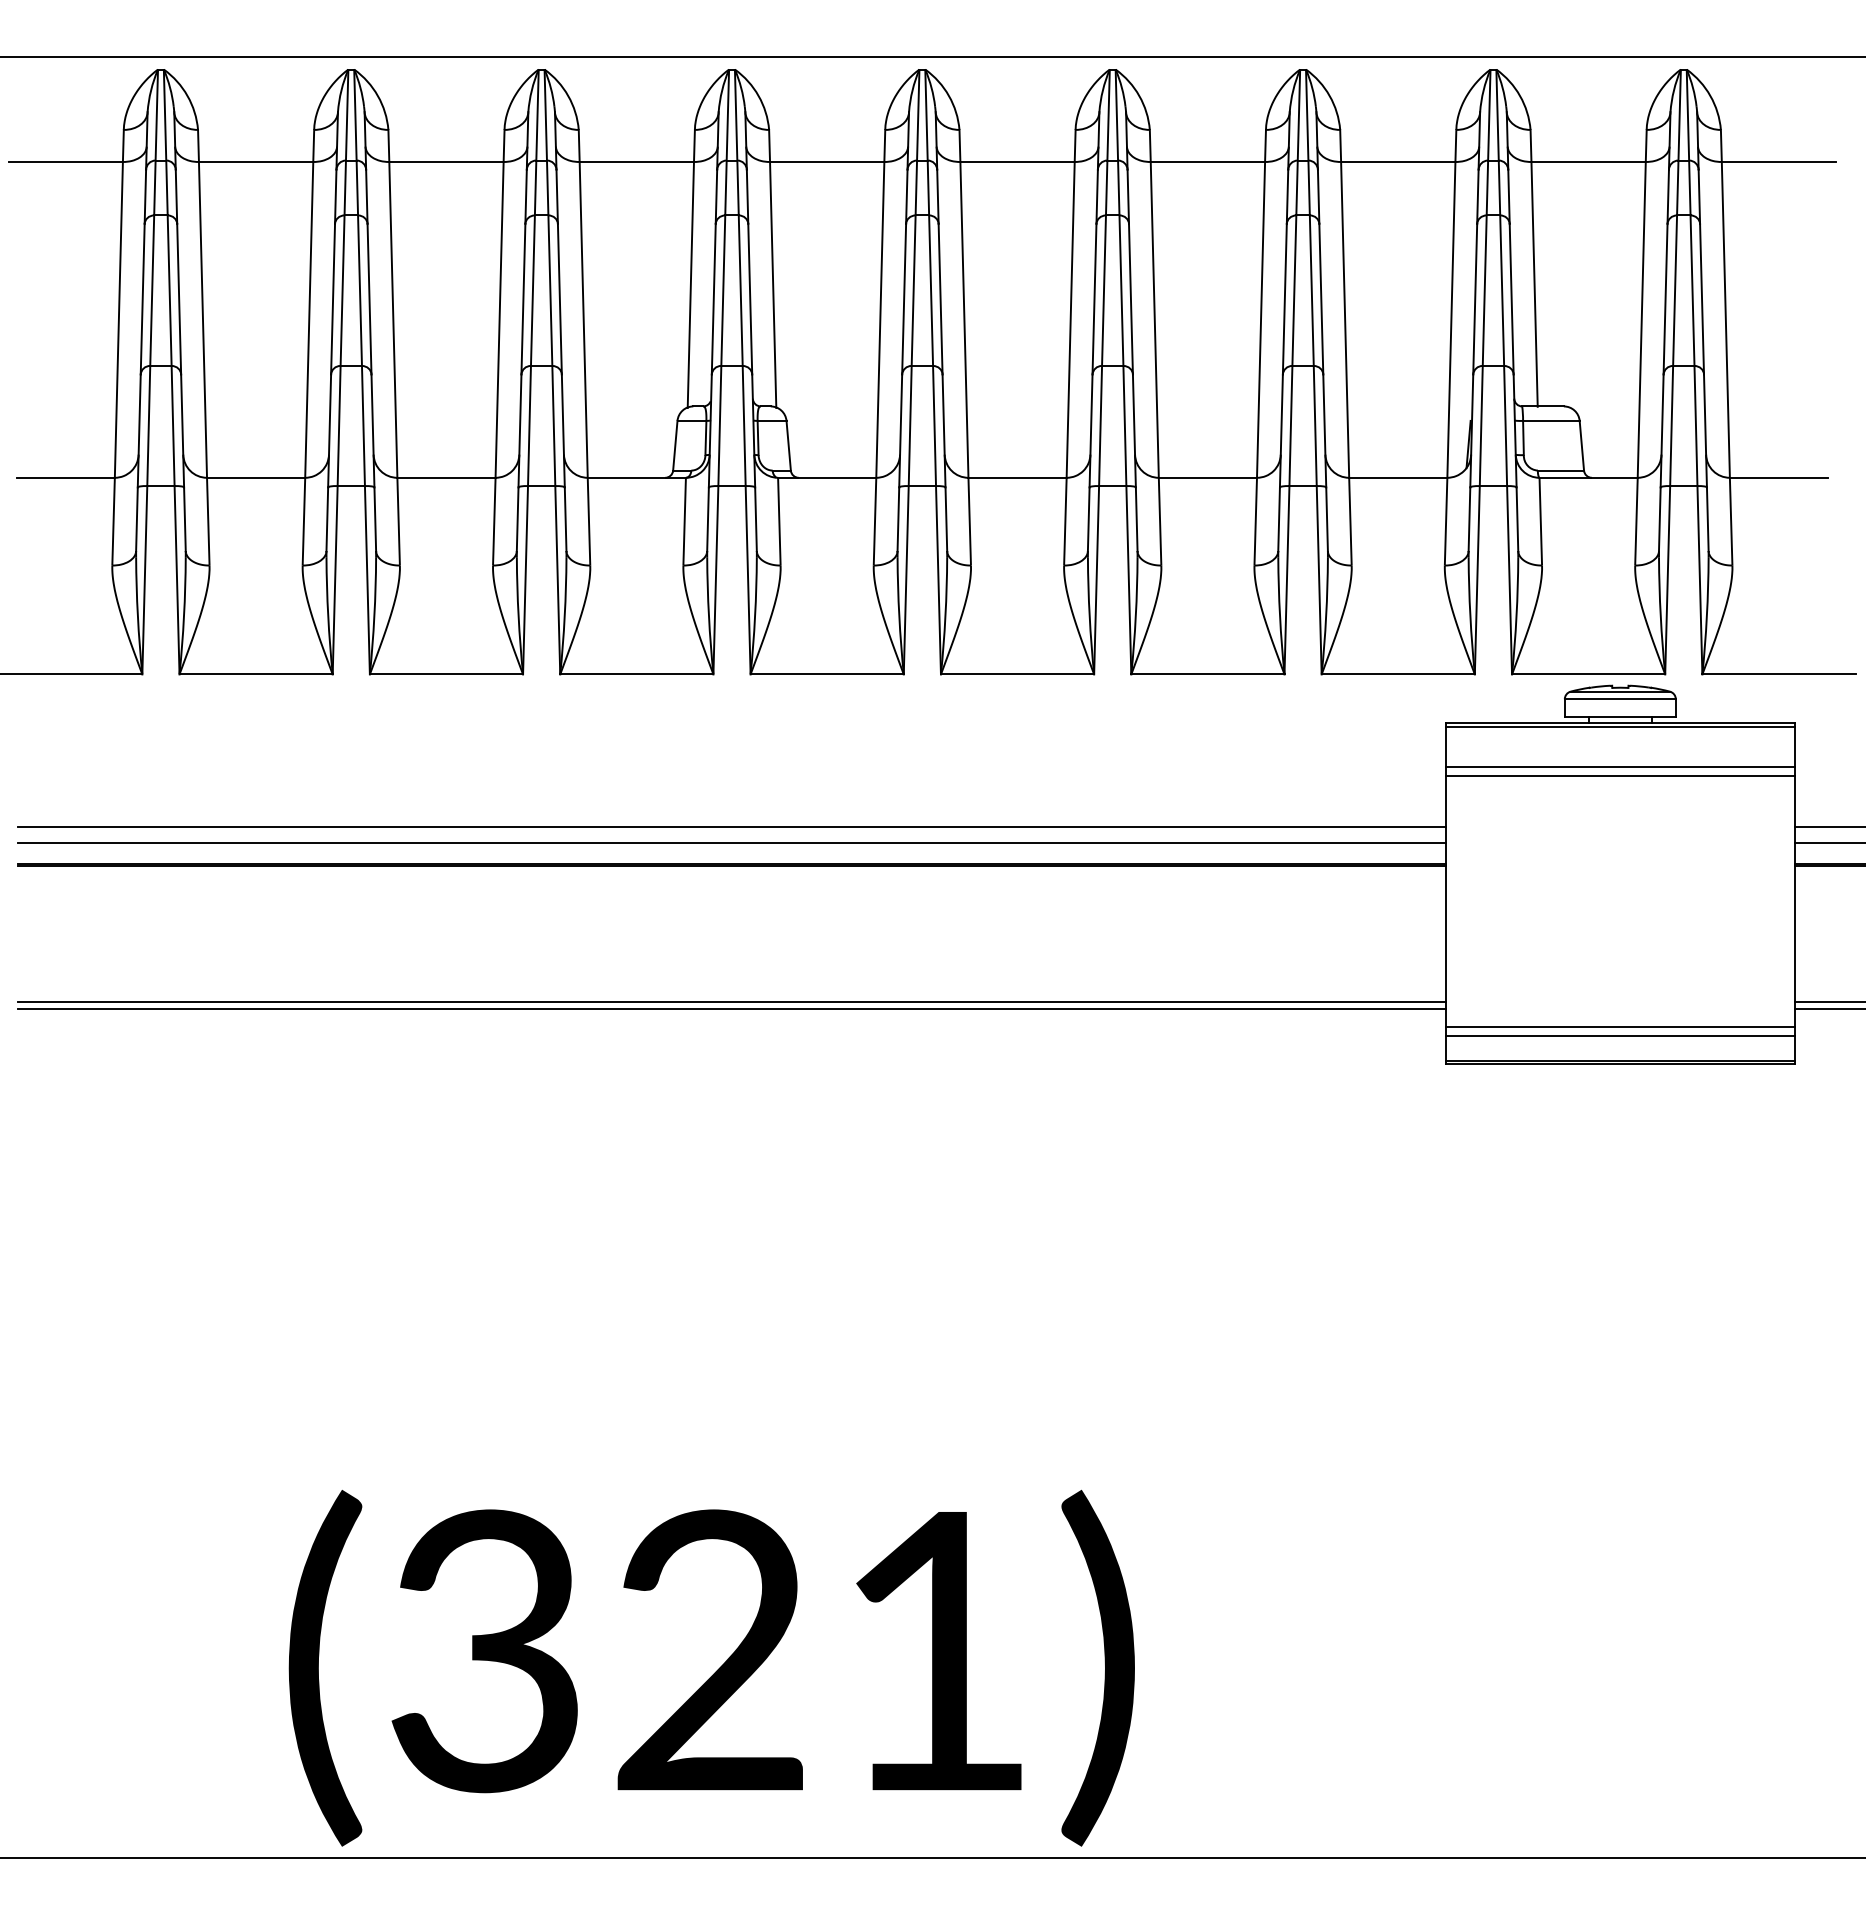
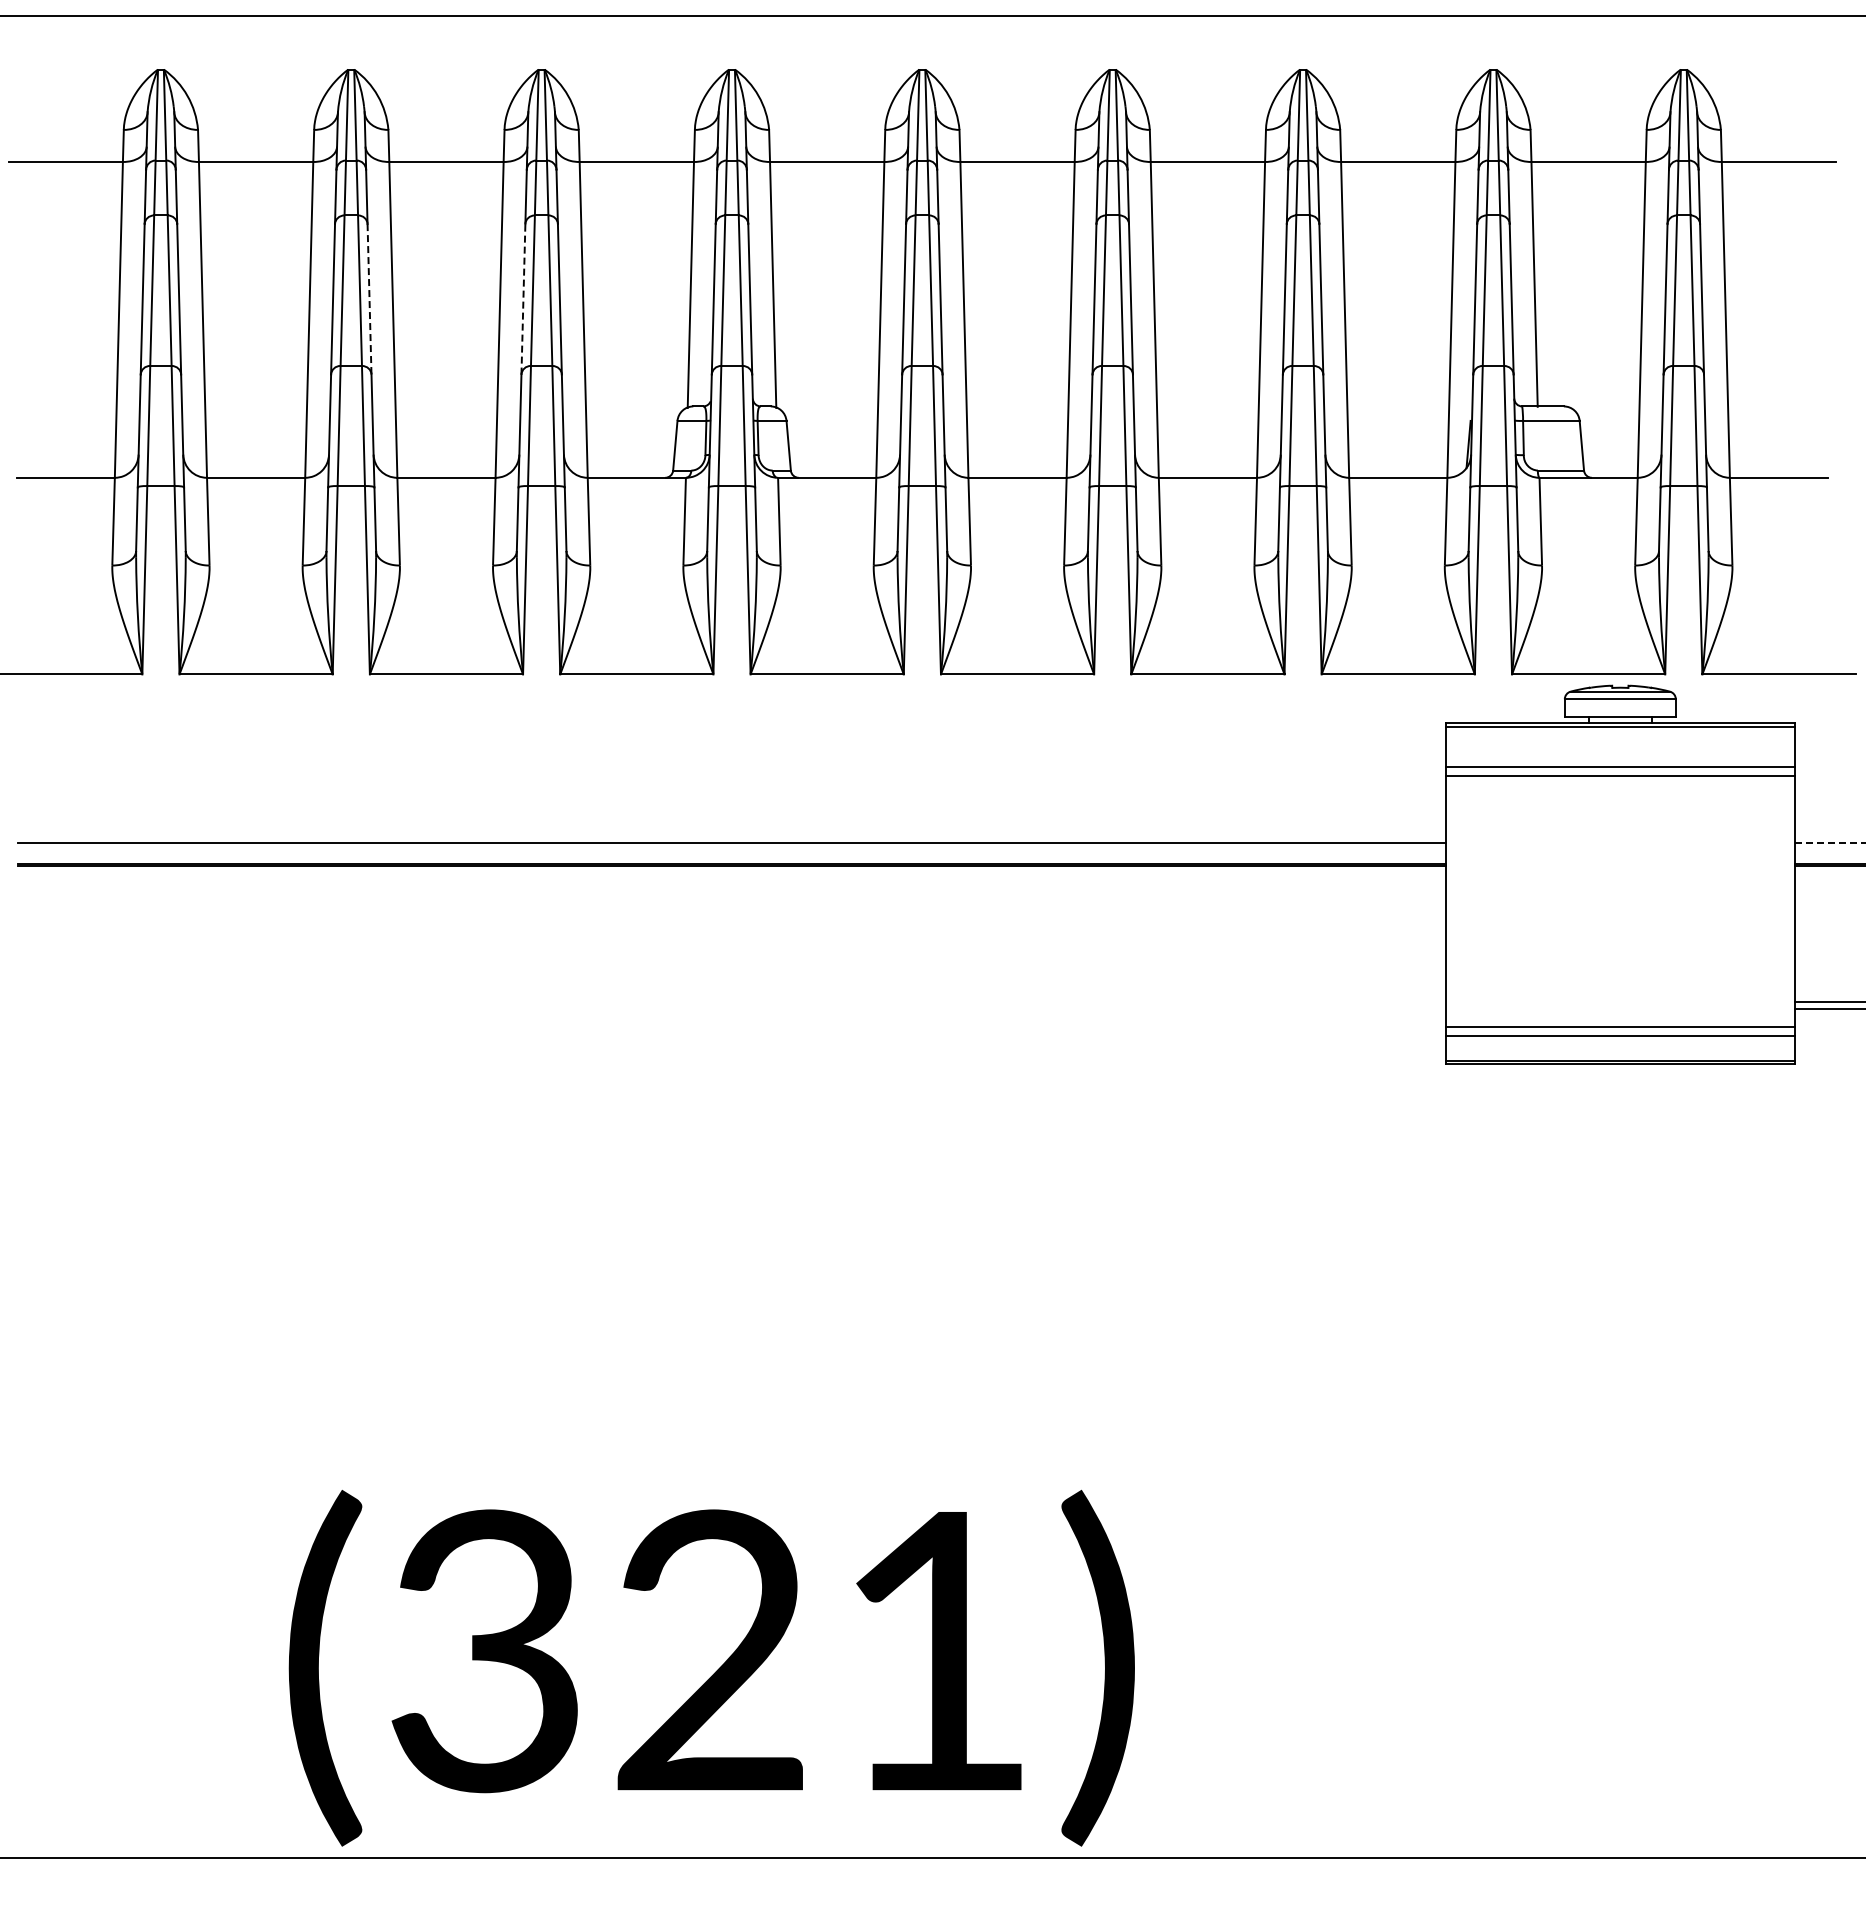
line at (932, 57) position: (932, 57) -> (932, 16)
line at (523, 298): solid -> dashed
line at (369, 299): solid -> dashed
line at (731, 827): present -> none
line at (1828, 827): present -> none
line at (1830, 842): solid -> dashed
line at (731, 1001): present -> none
line at (731, 1009): present -> none
